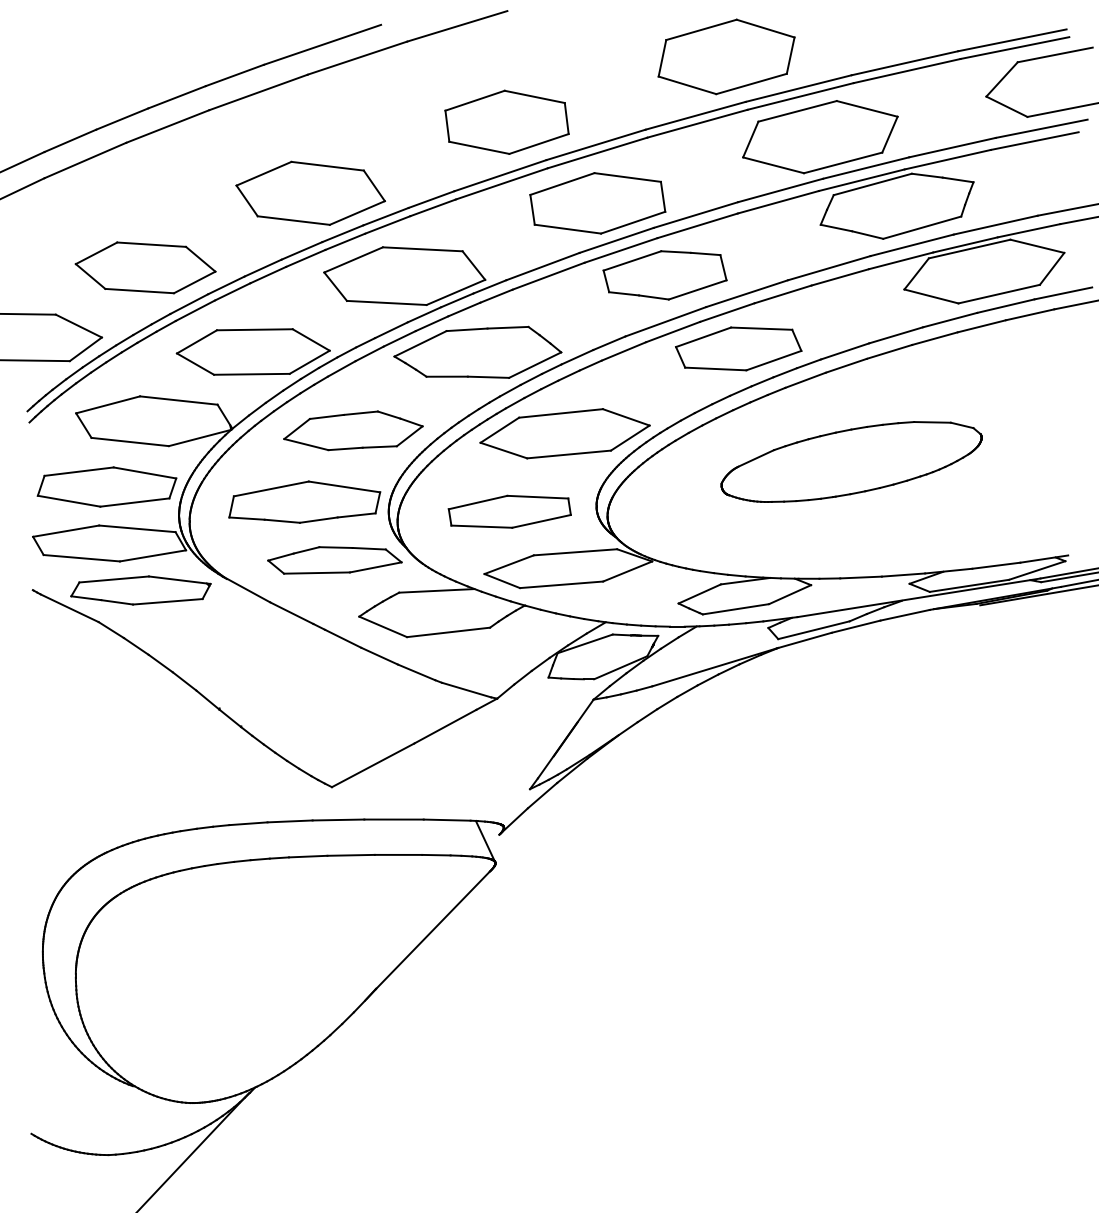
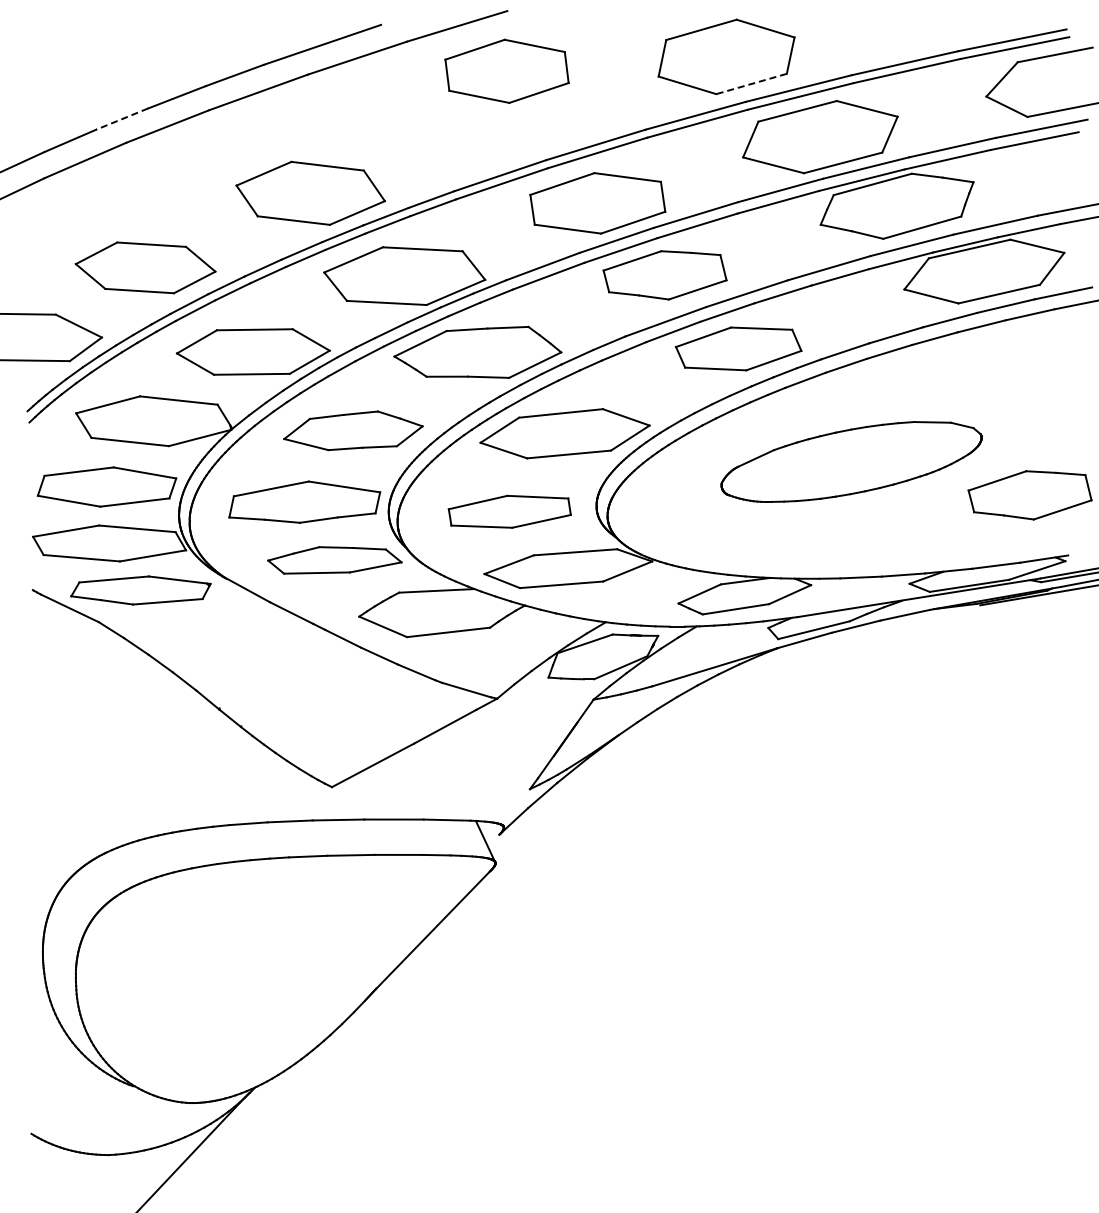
line at (751, 83): solid -> dashed
line at (121, 119): solid -> dashed
part at (506, 121) position: (506, 121) -> (506, 70)
part at (1029, 495): none -> present
